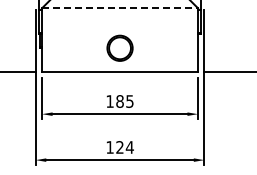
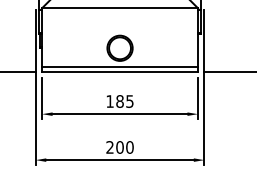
line at (120, 8): dashed -> solid
line at (120, 67): none -> present
text at (119, 147): 124 -> 200
